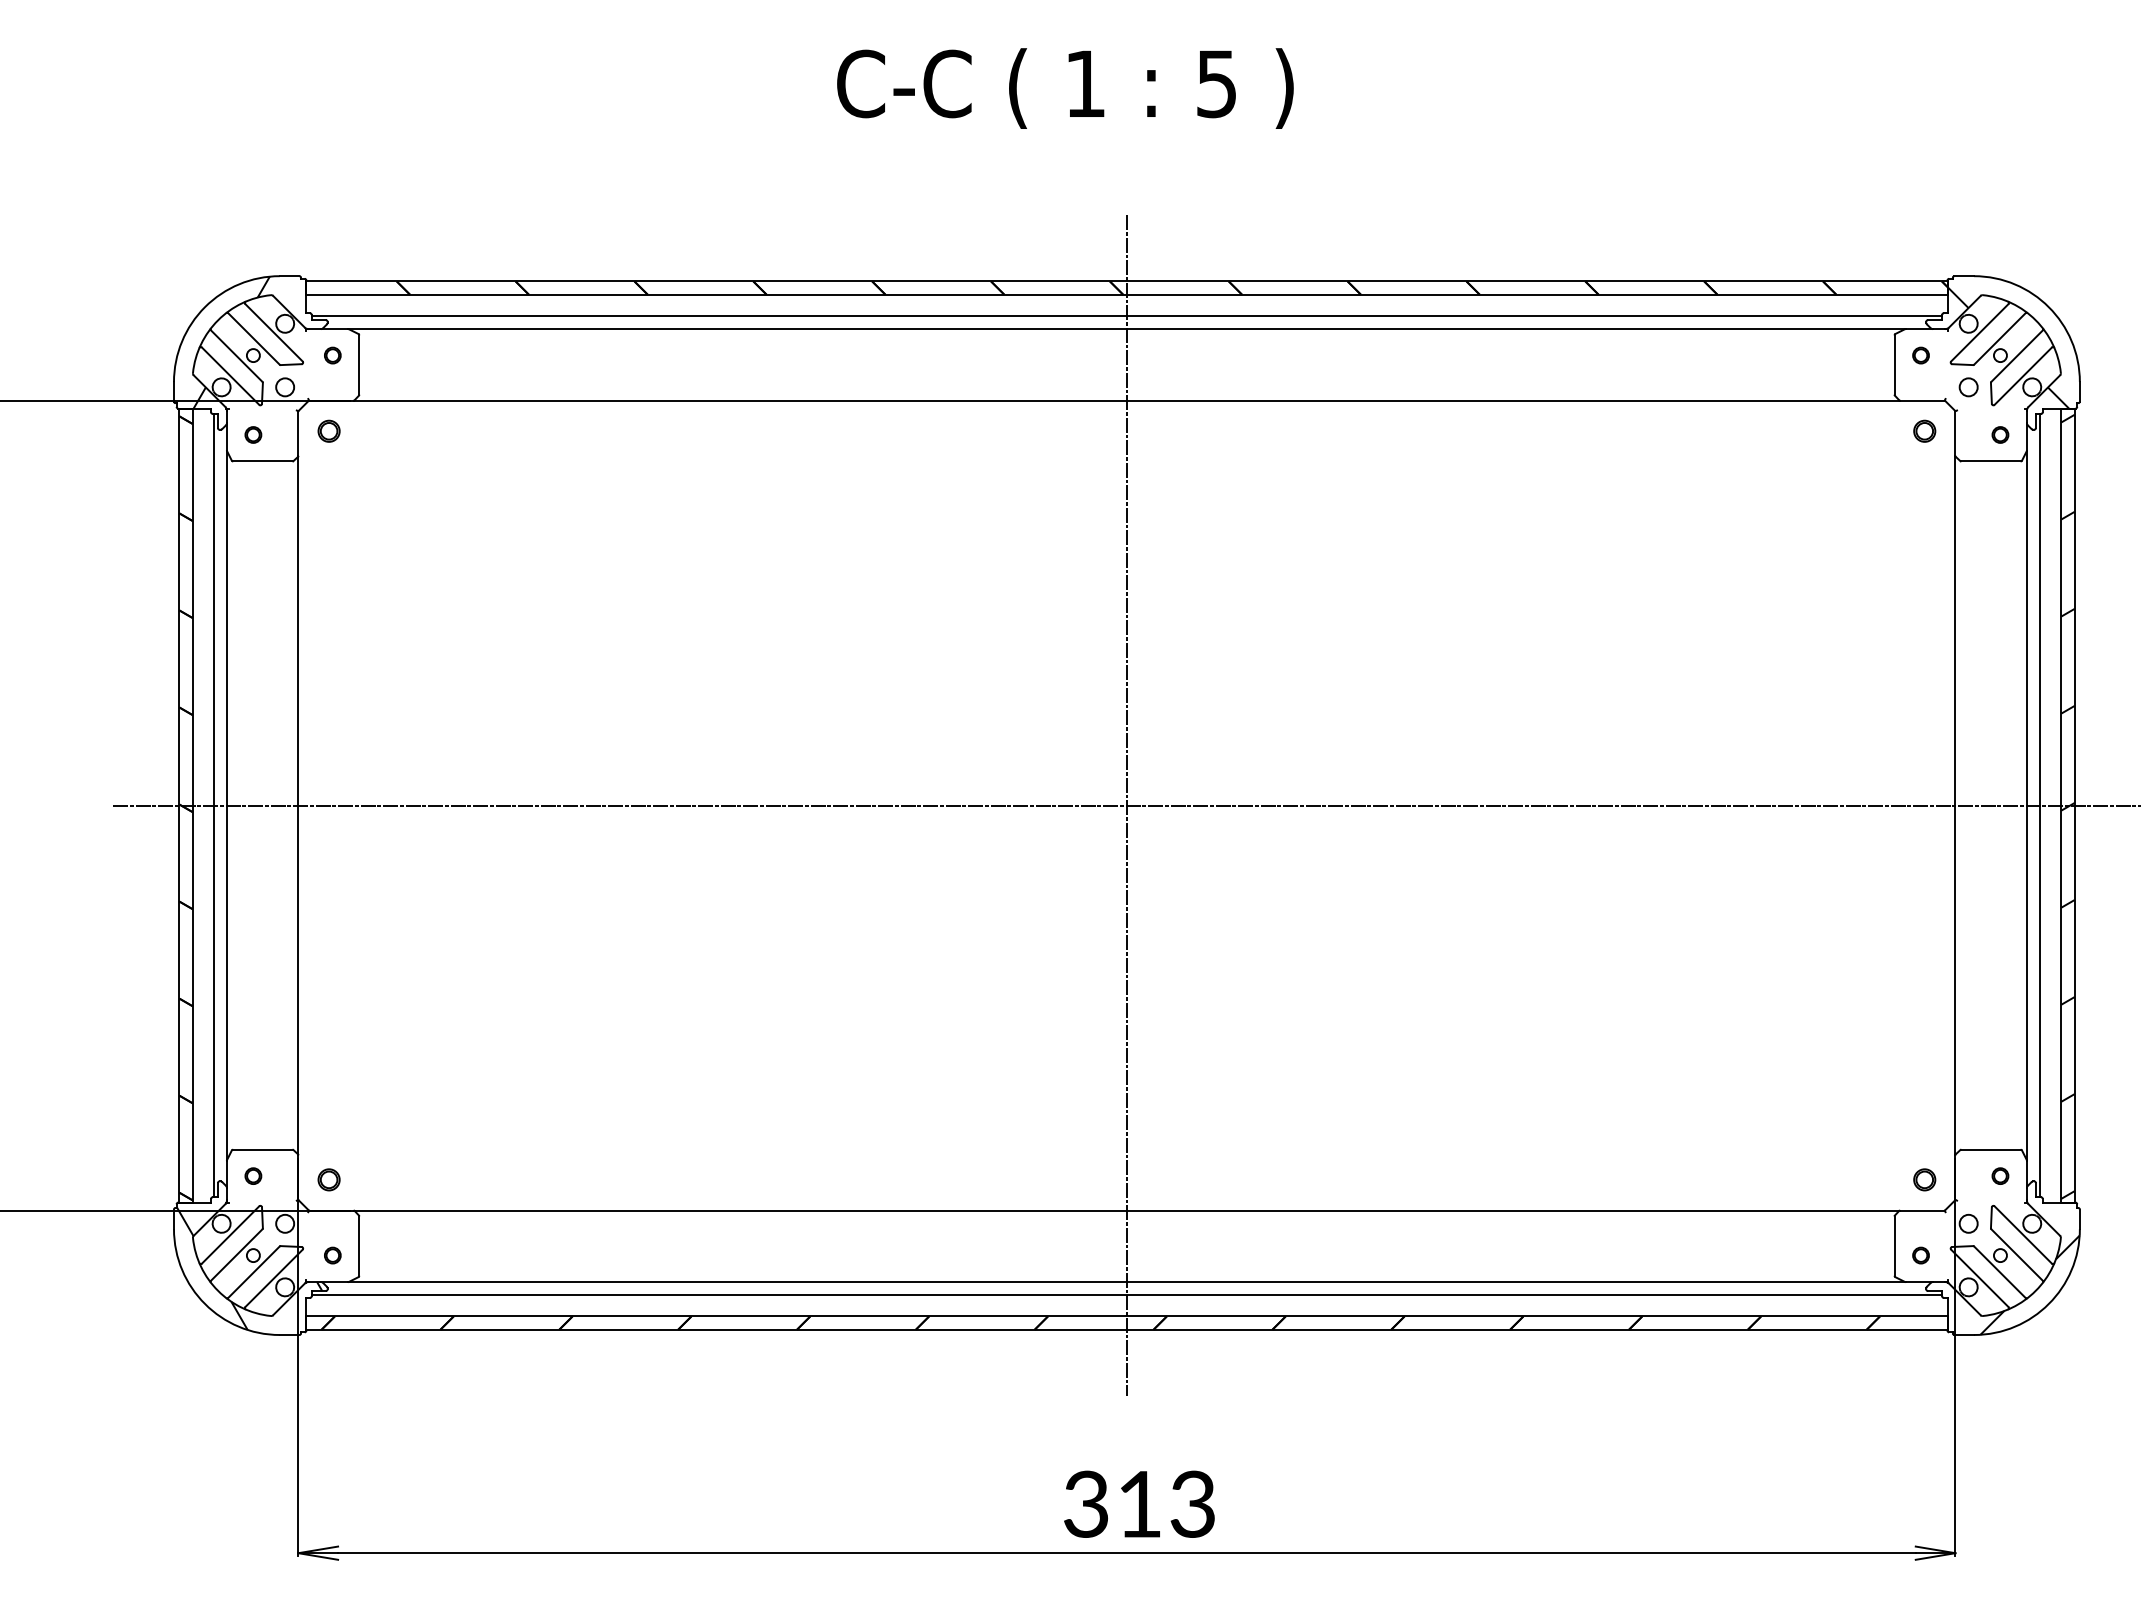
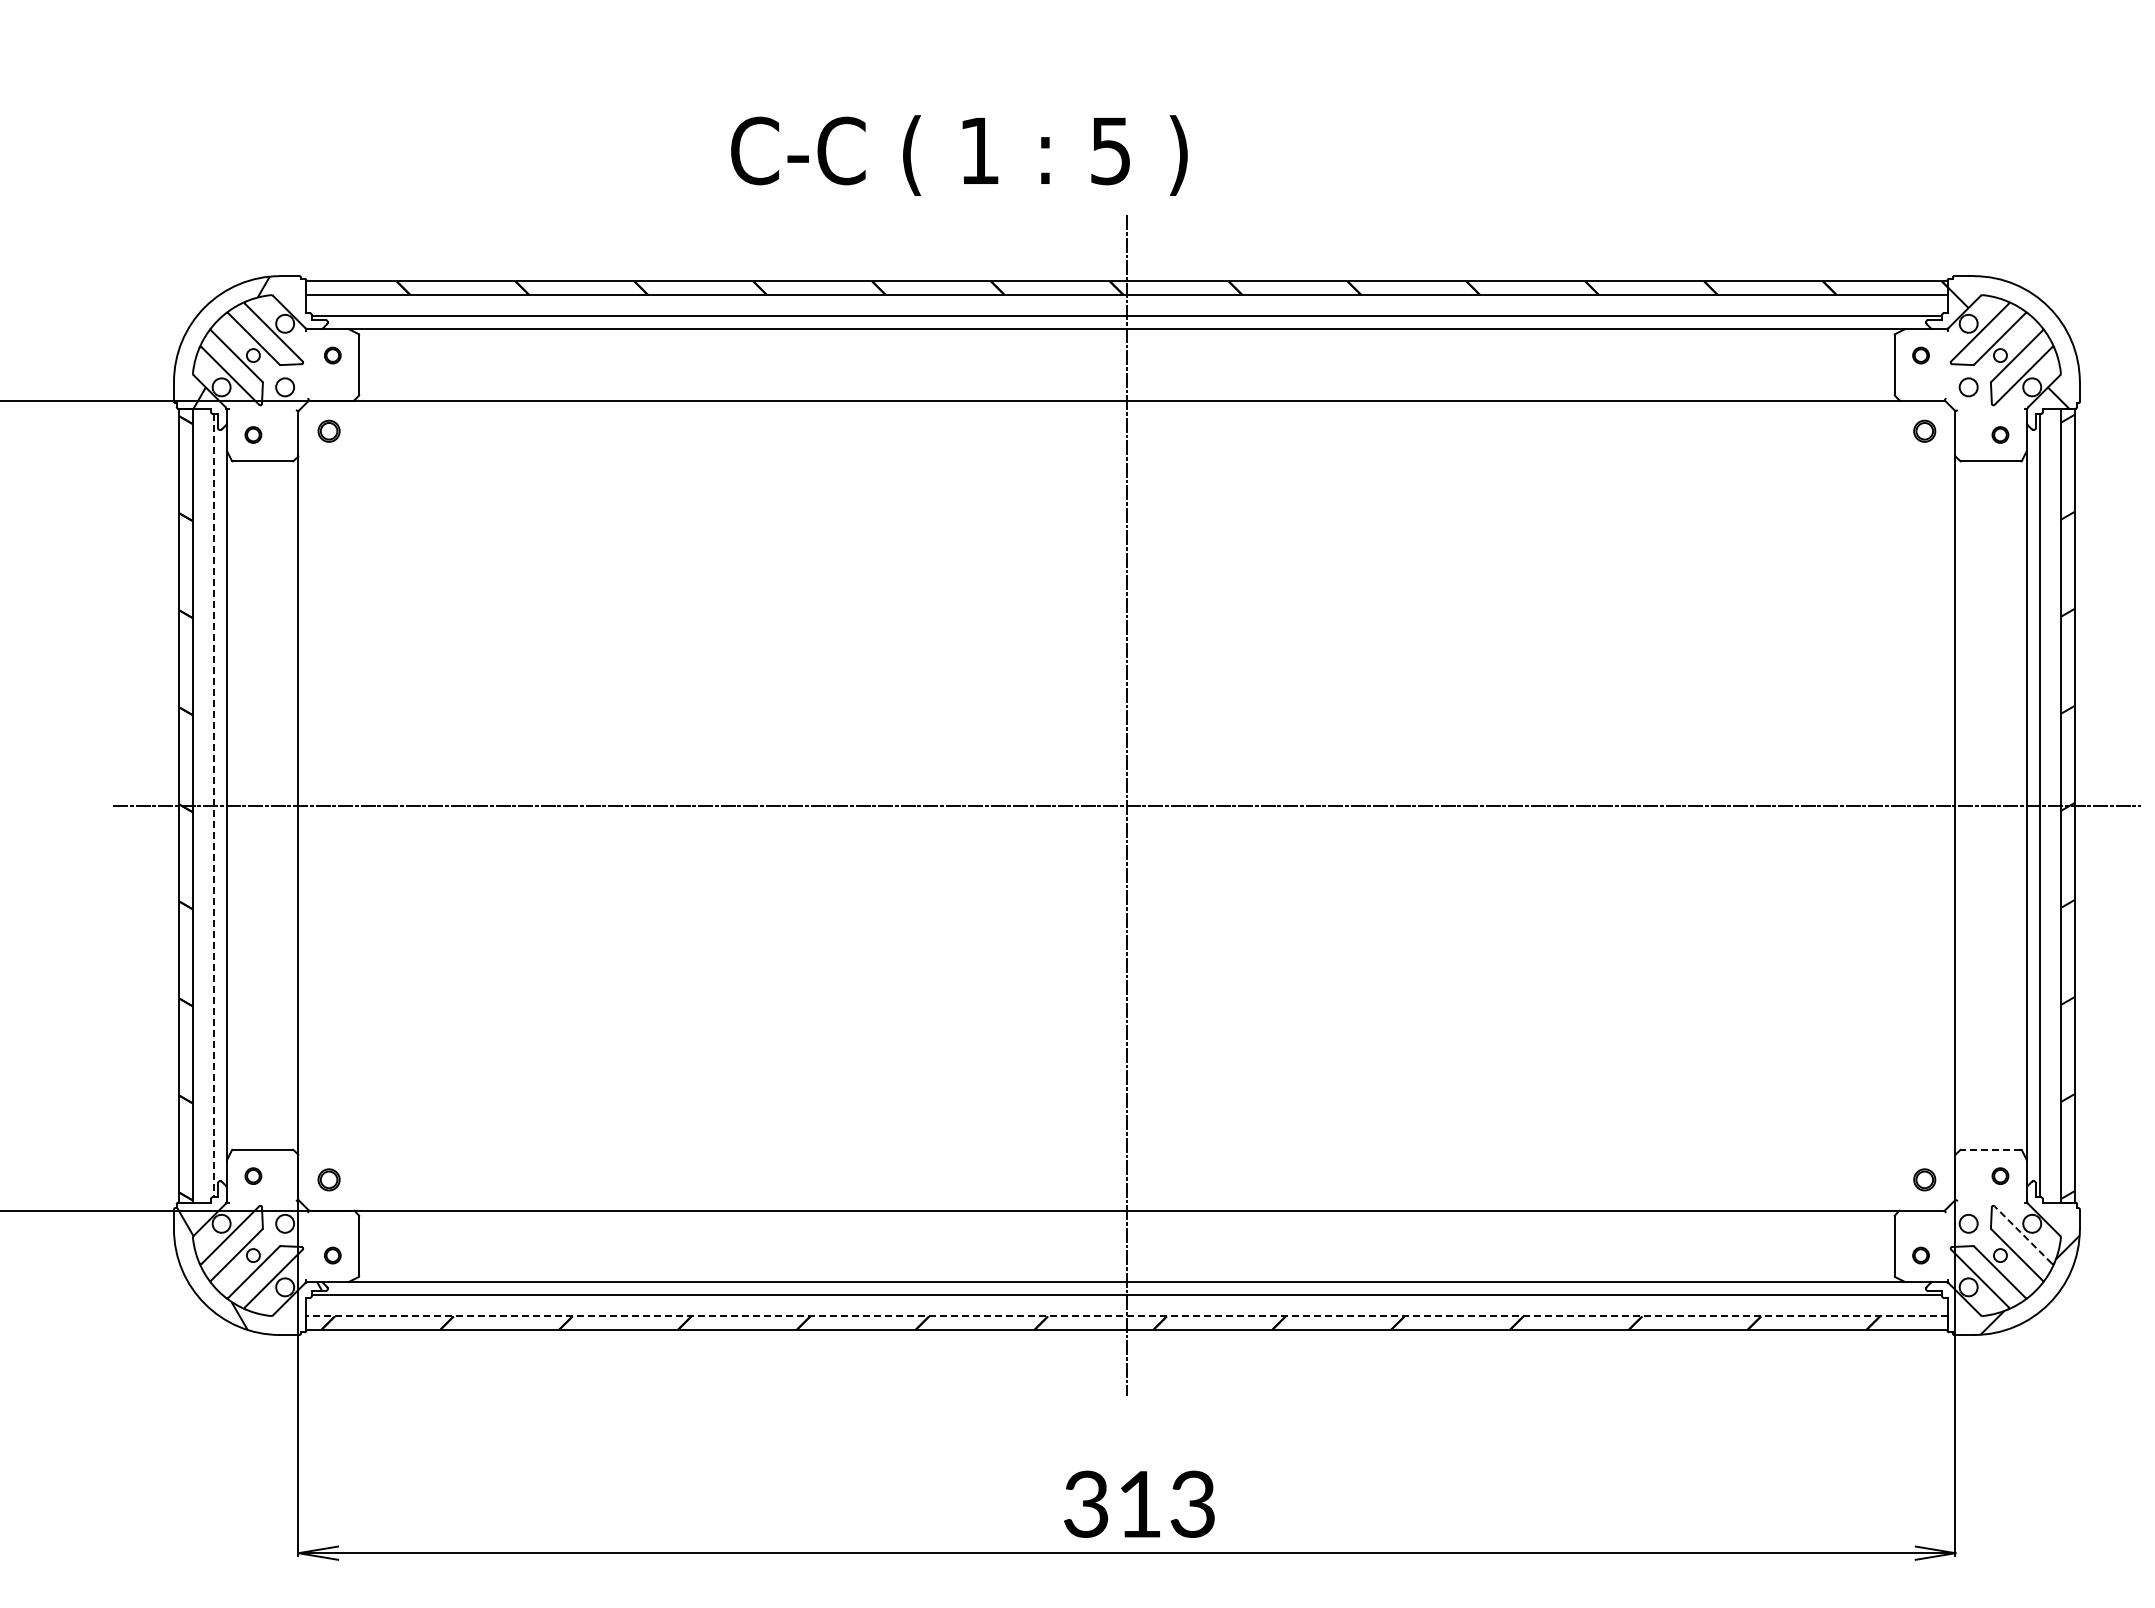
text at (1065, 88) position: (1065, 88) -> (959, 155)
line at (213, 805): solid -> dashed
line at (1991, 1149): solid -> dashed
line at (2023, 1234): solid -> dashed
line at (1126, 1316): solid -> dashed
